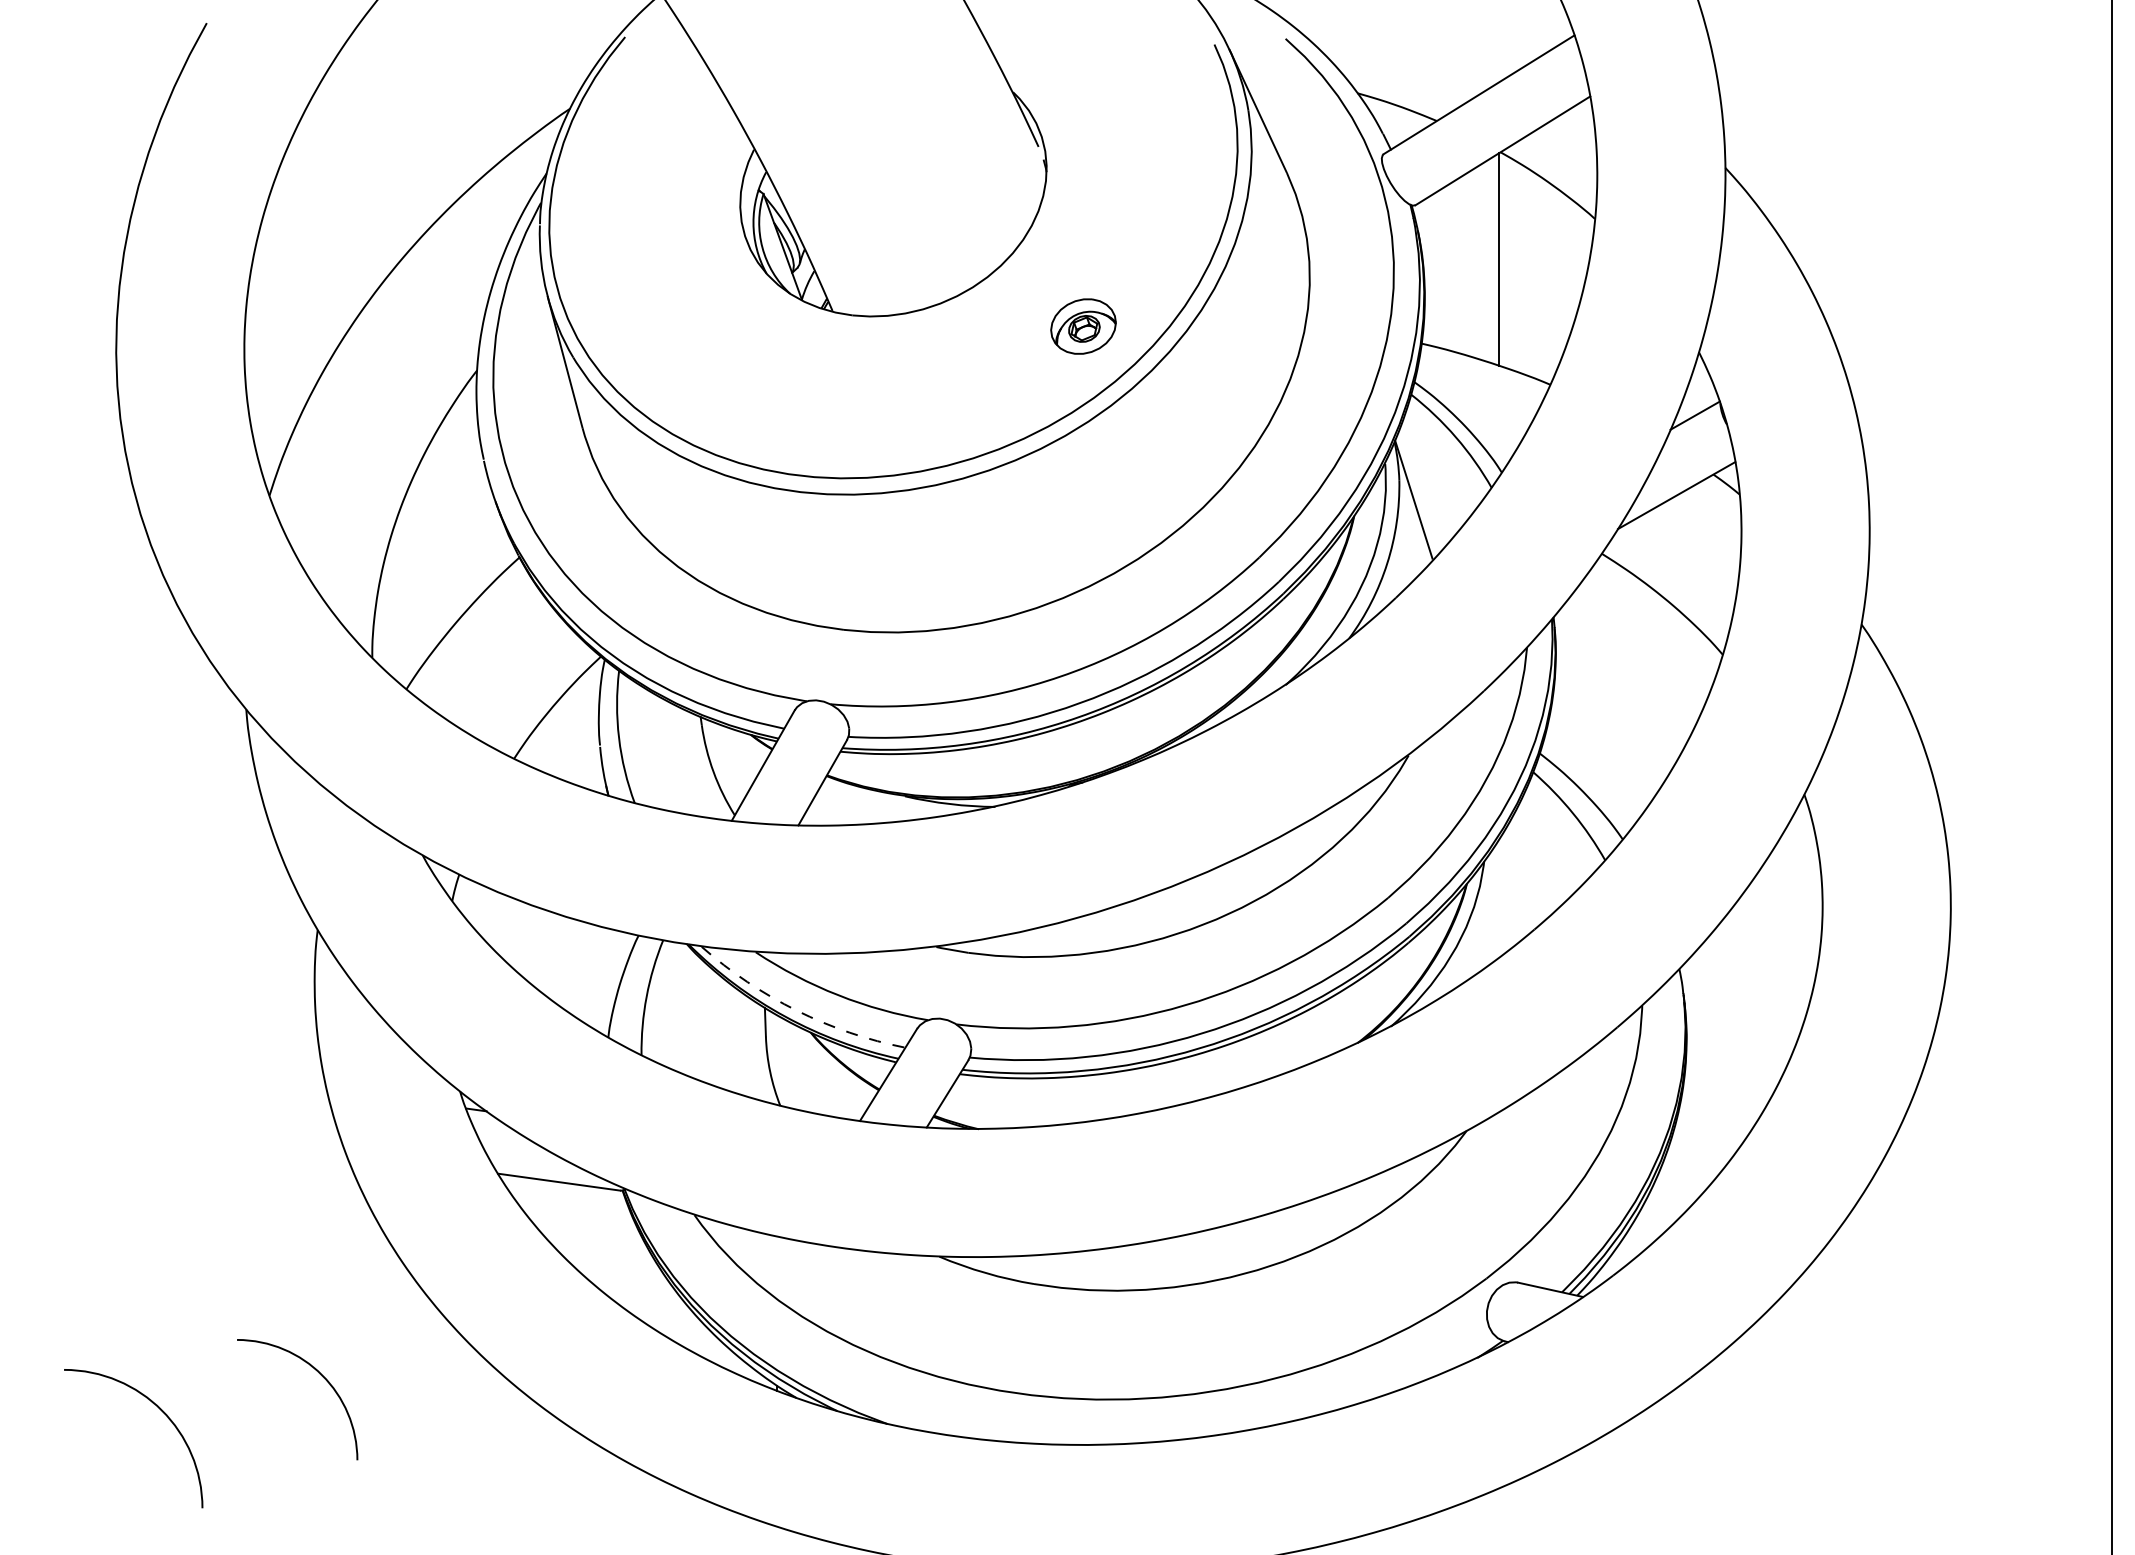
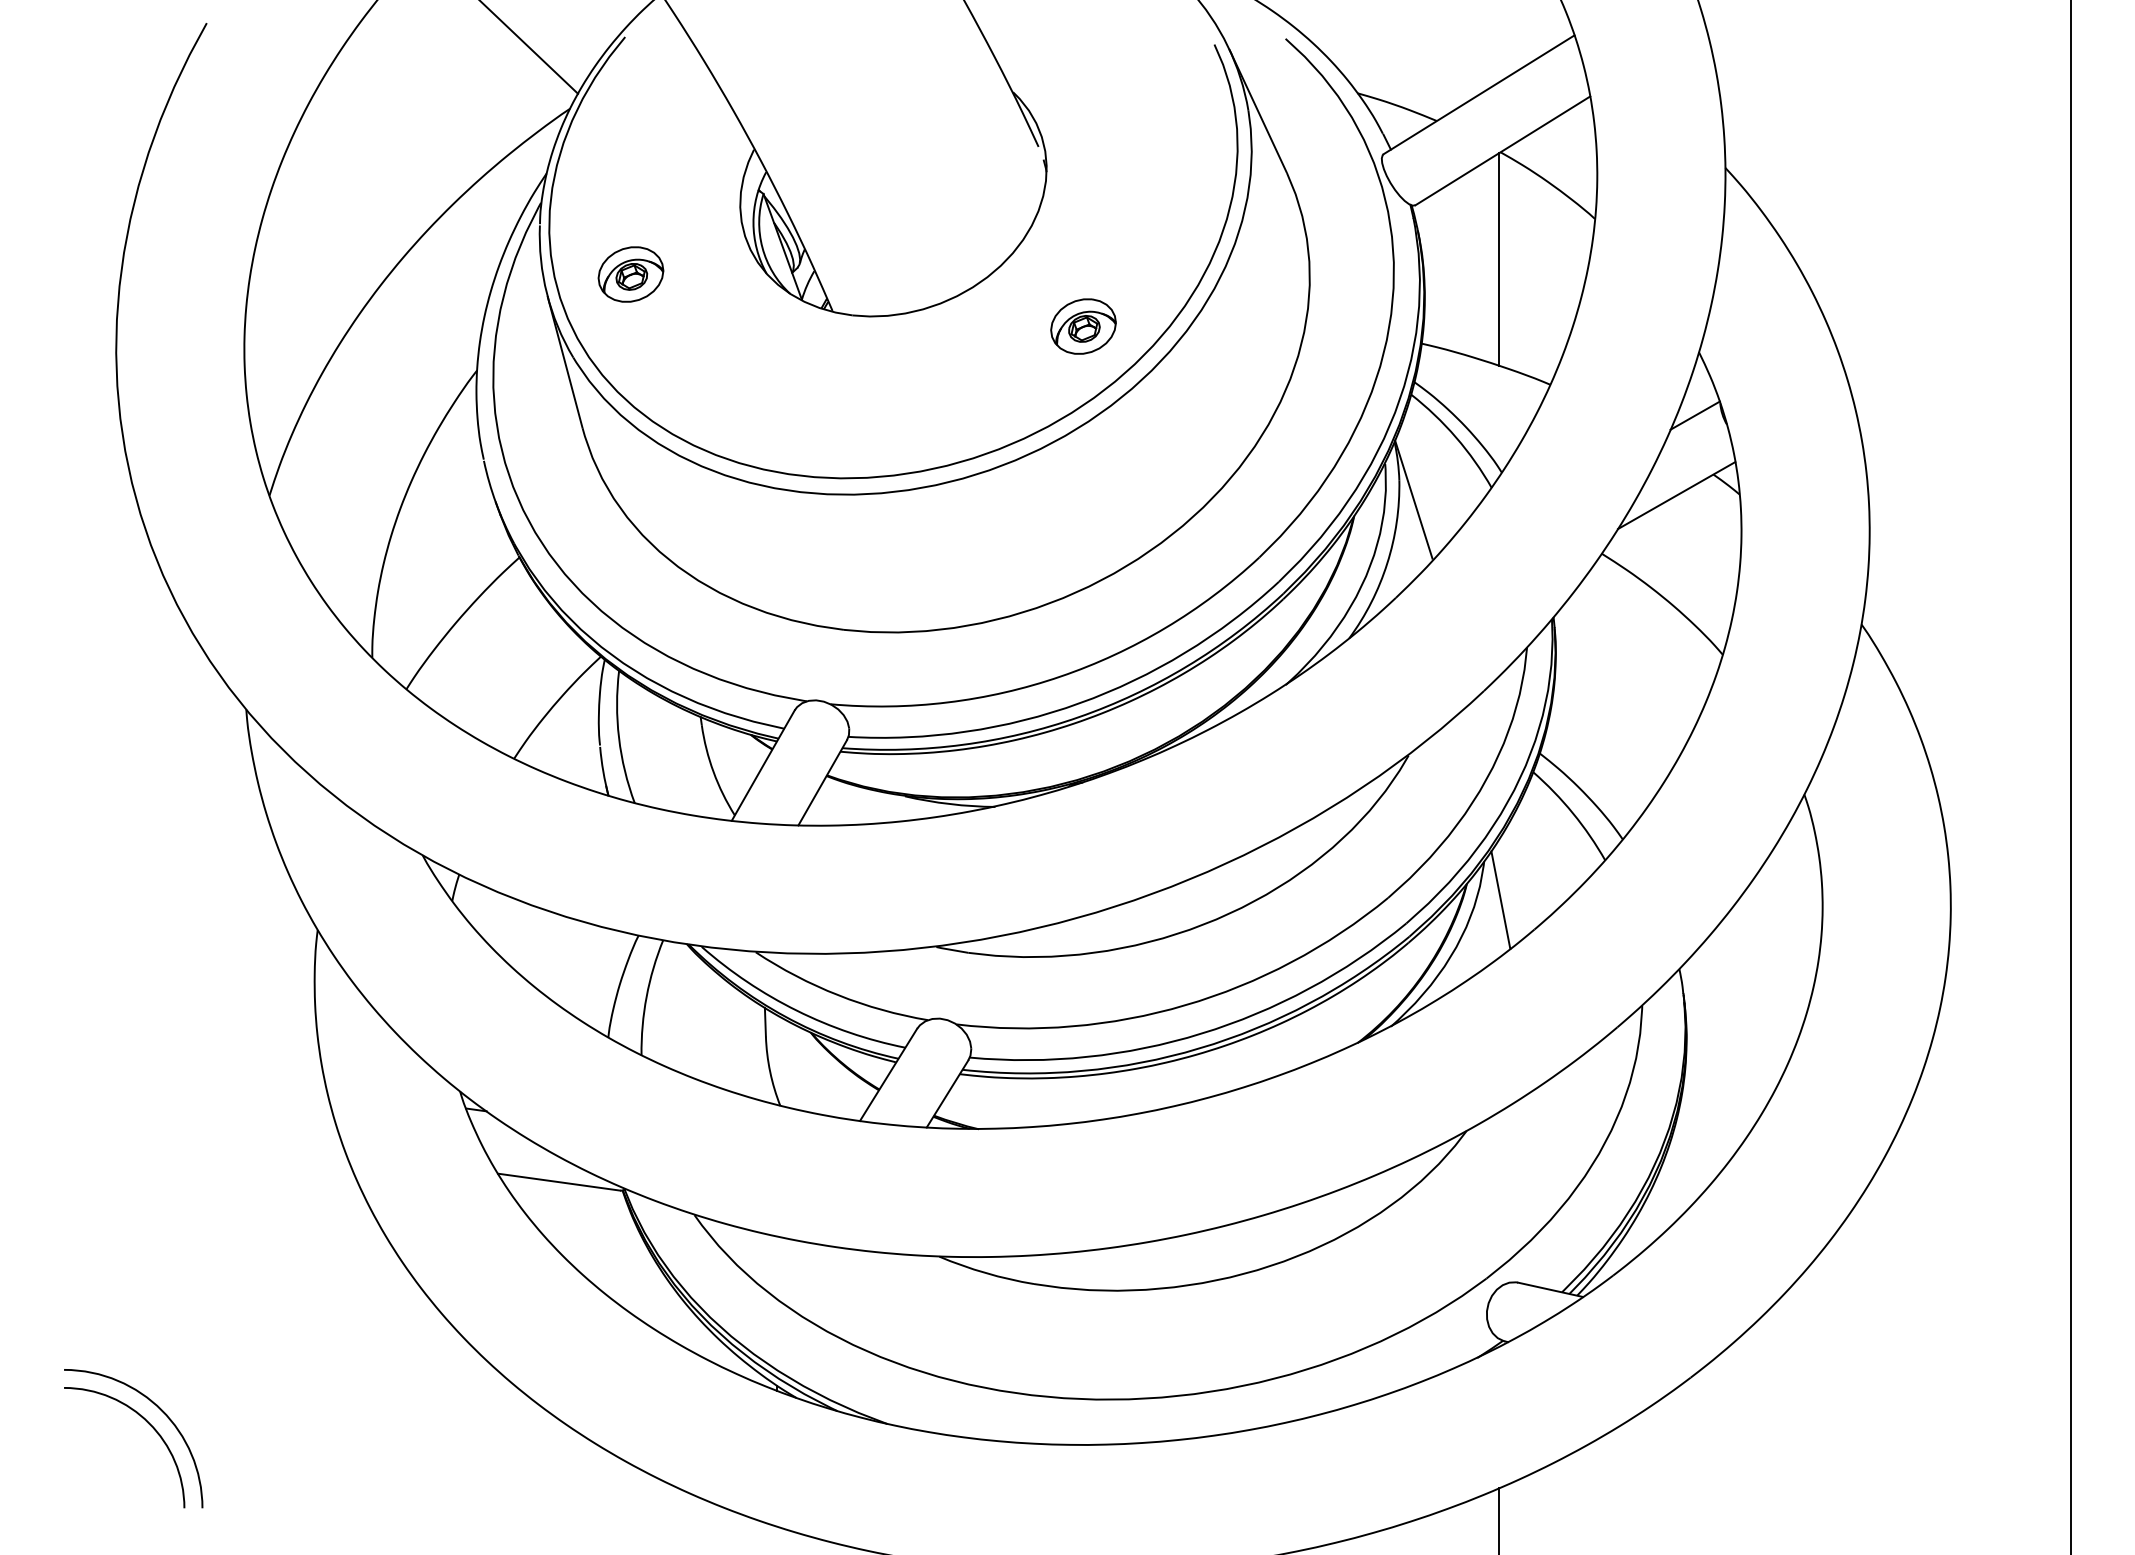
line at (529, 47): none -> present
part at (630, 274): none -> present
line at (2111, 776) position: (2111, 776) -> (2070, 776)
line at (1500, 900): none -> present
arc at (796, 1010): dashed -> solid
arc at (320, 1375) position: (320, 1375) -> (147, 1423)
line at (1499, 1519): none -> present
